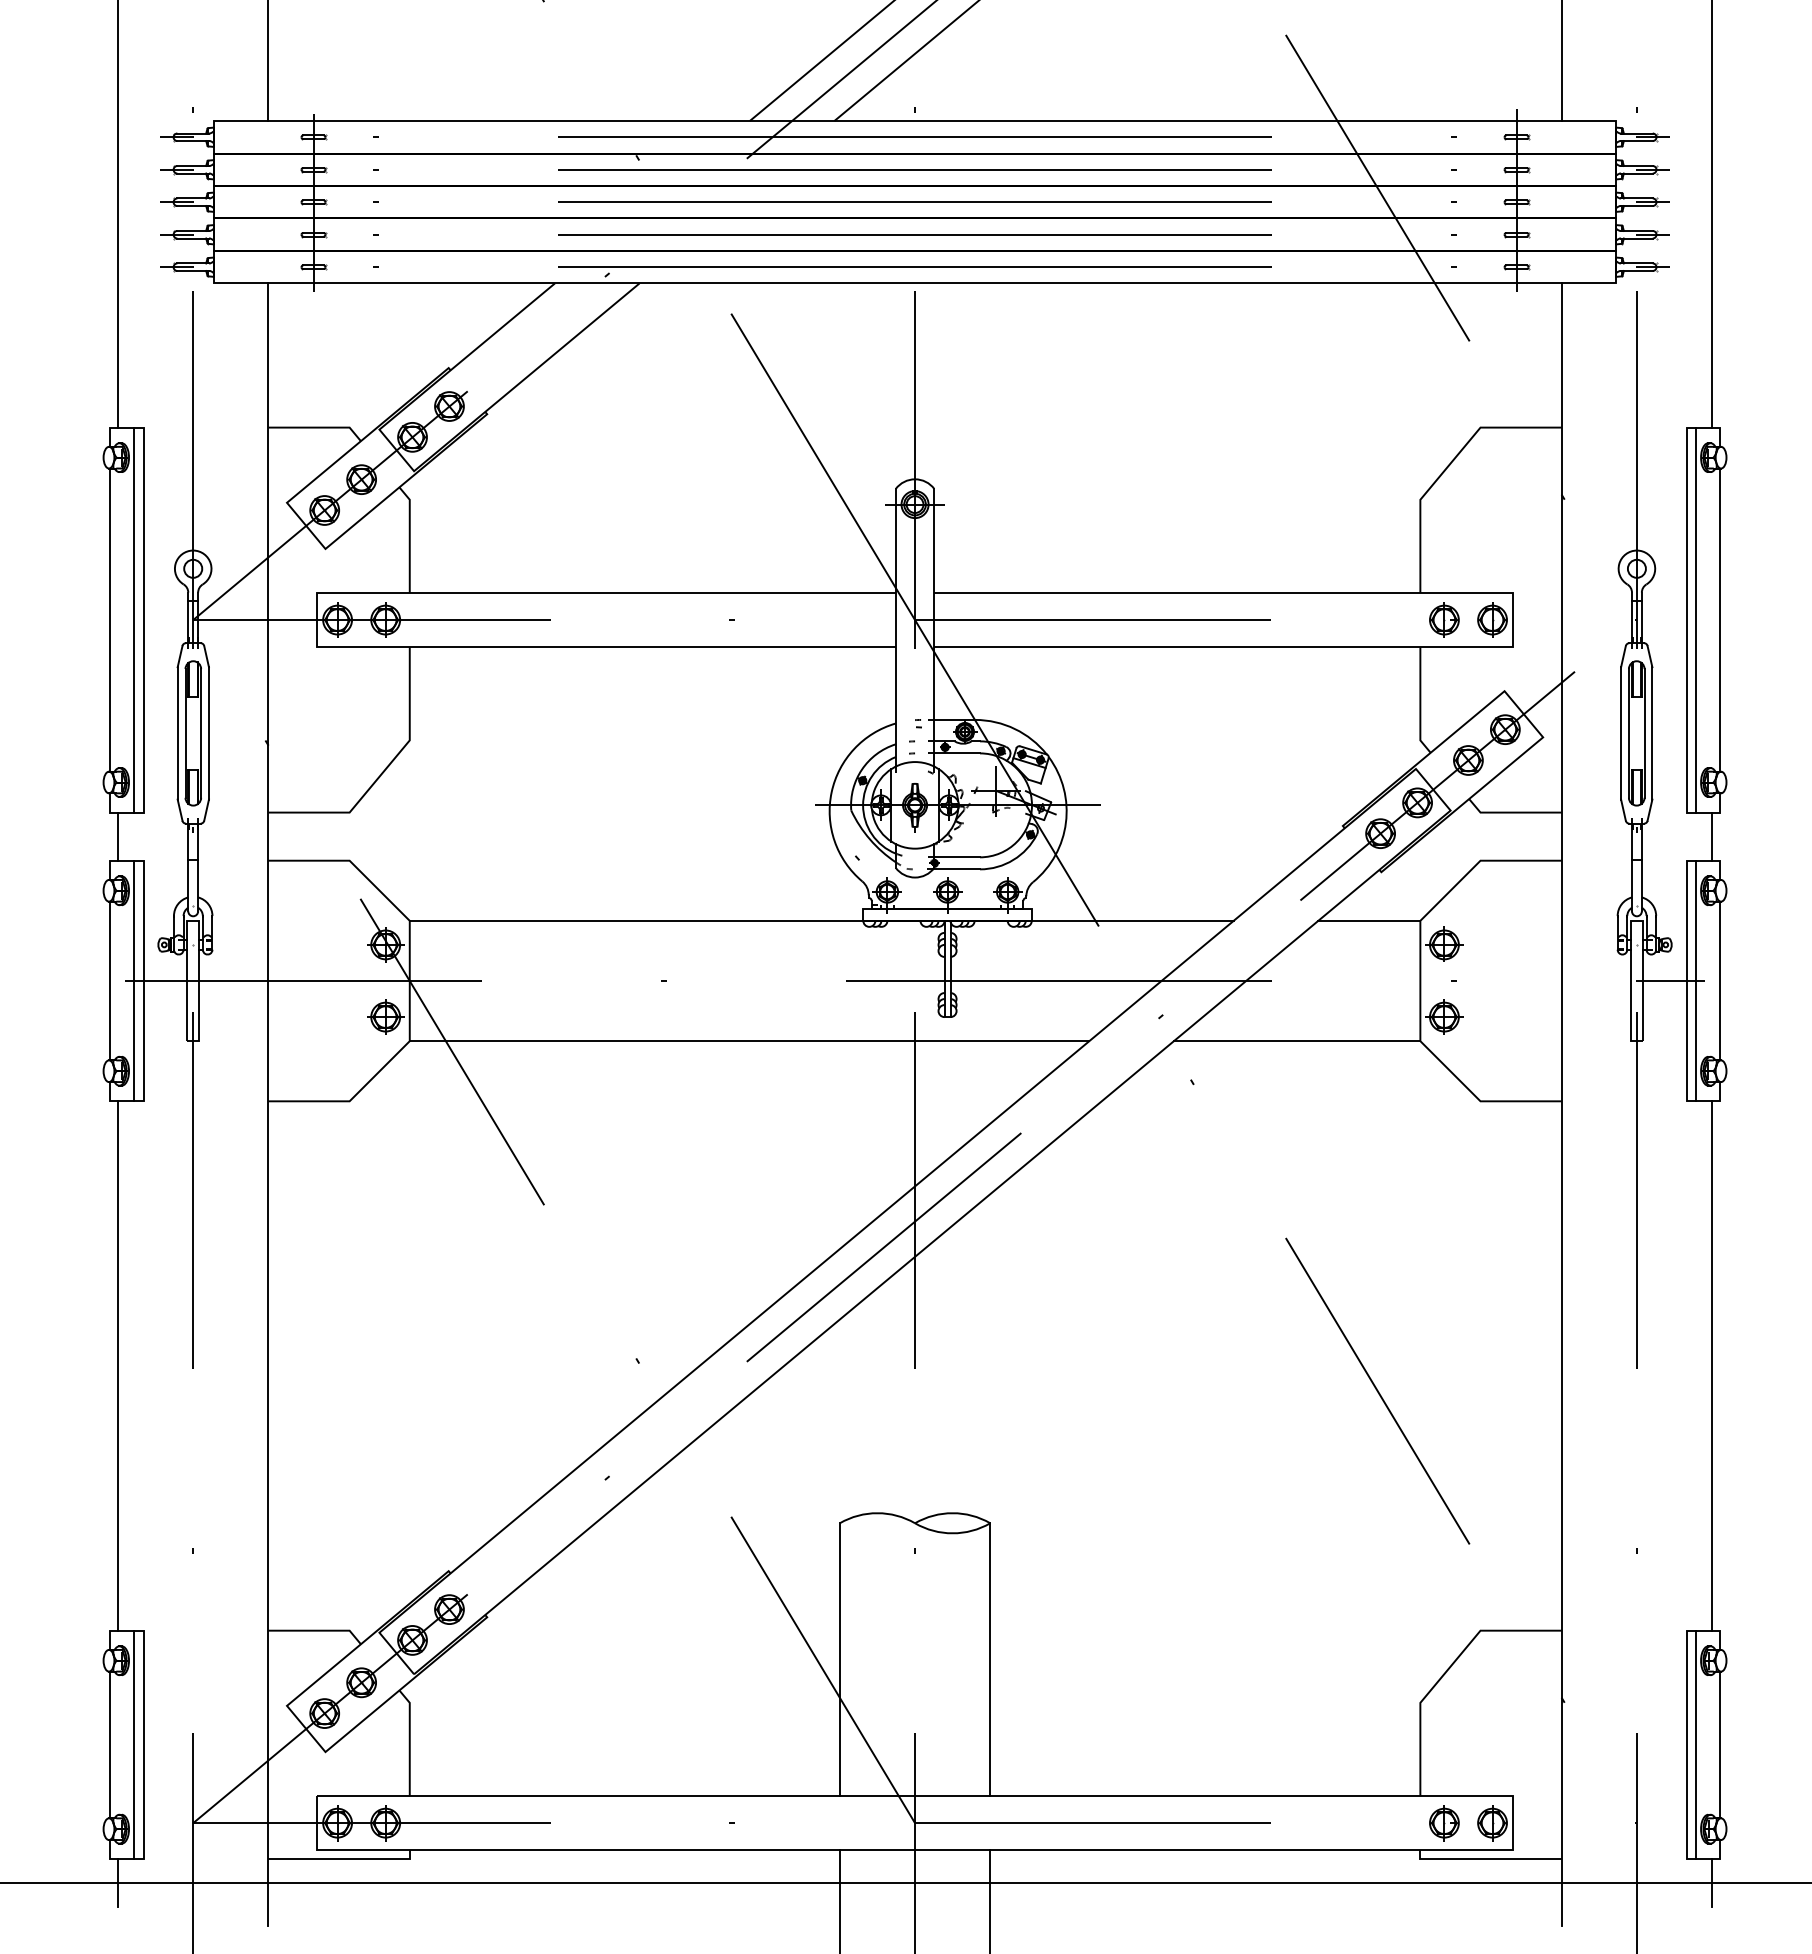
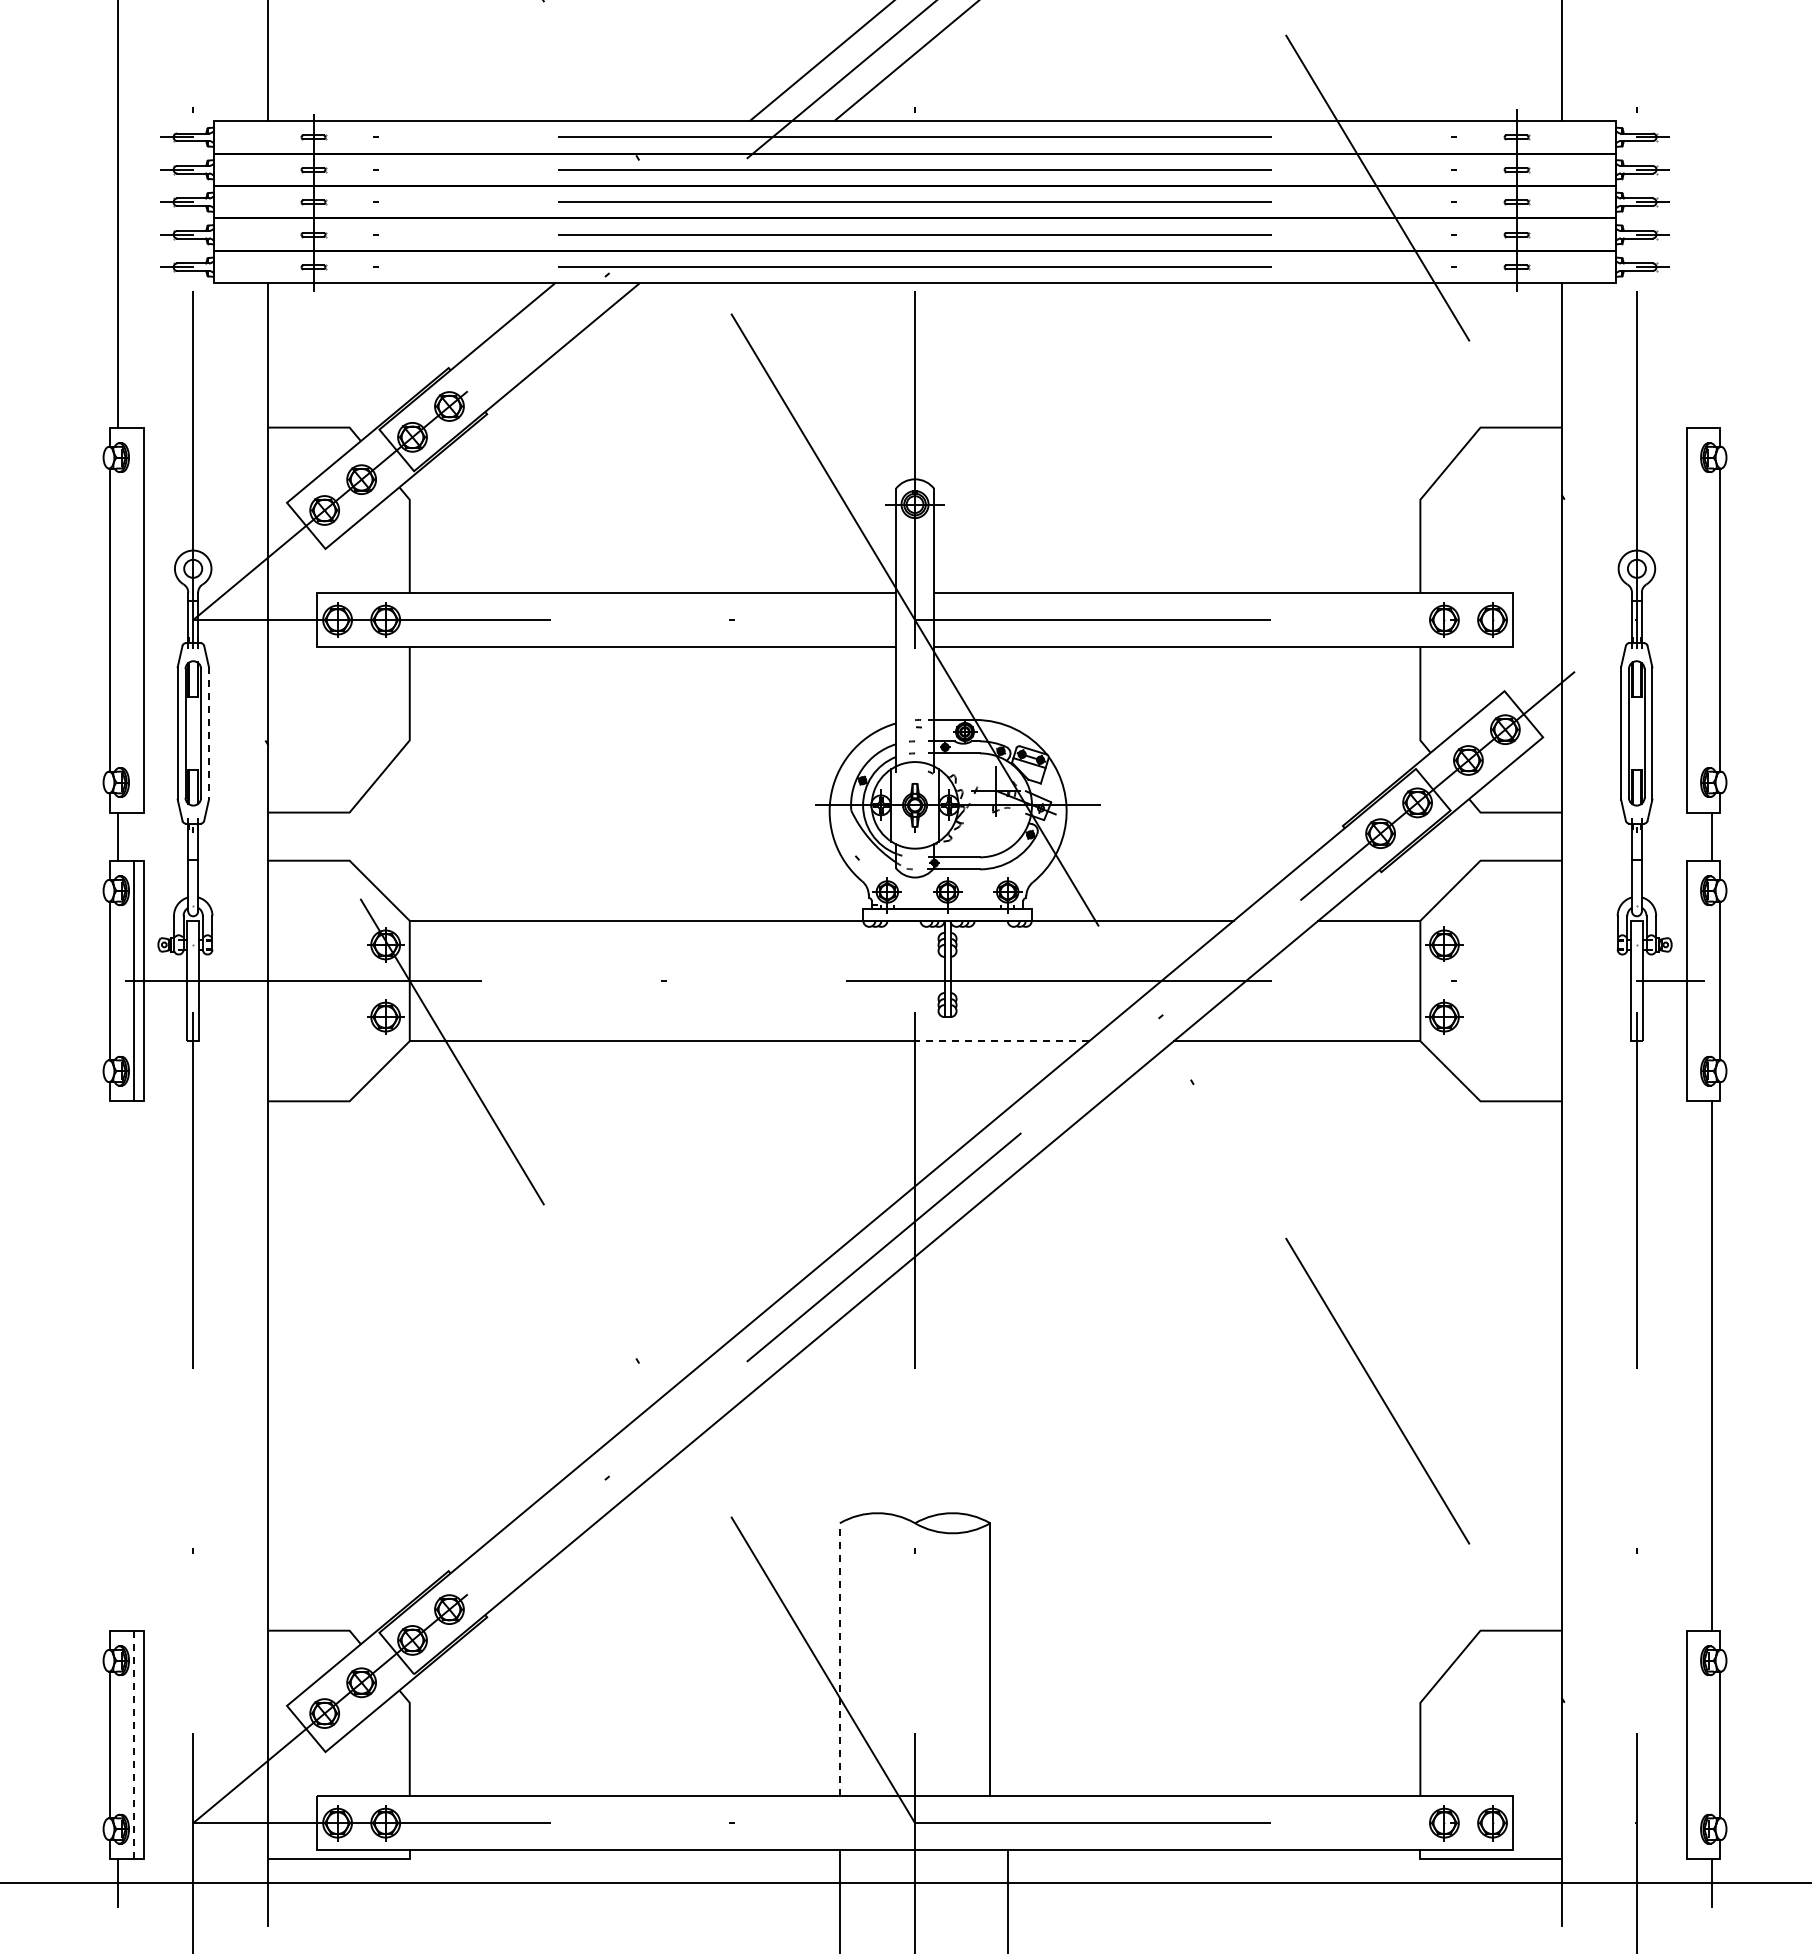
line at (1712, 214): present -> none
line at (133, 619): present -> none
line at (1696, 619): present -> none
line at (208, 733): solid -> dashed
line at (1696, 980): present -> none
line at (1001, 1041): solid -> dashed
line at (118, 1365): present -> none
line at (839, 1659): solid -> dashed
line at (1696, 1744): present -> none
line at (133, 1745): solid -> dashed
line at (990, 1900) position: (990, 1900) -> (1008, 1900)
